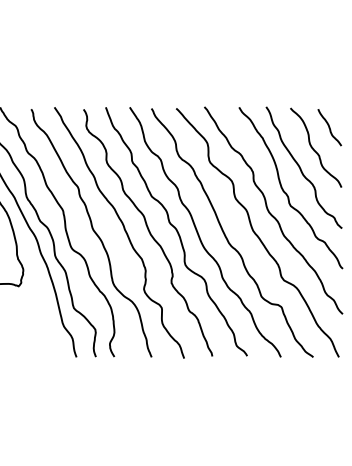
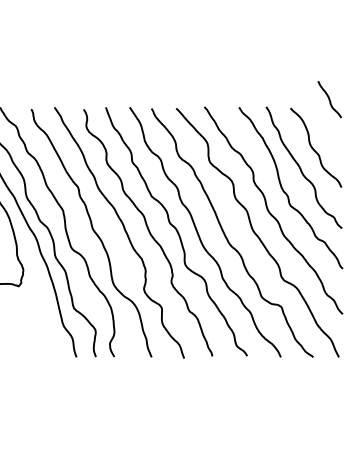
curve at (329, 127) position: (329, 127) -> (329, 99)
